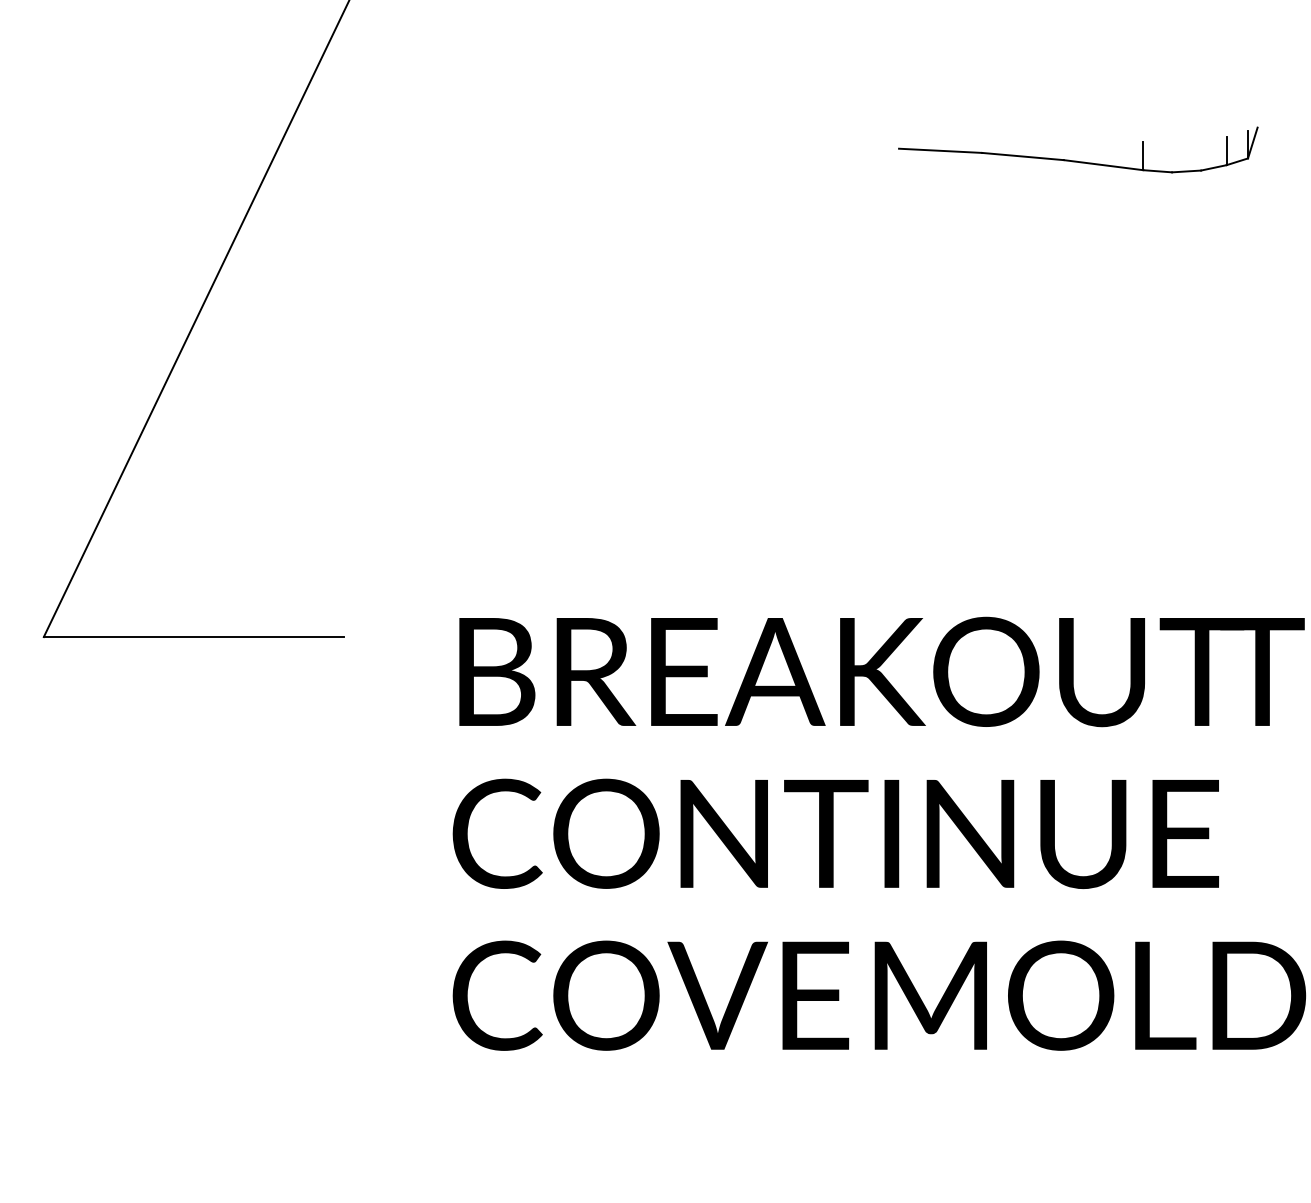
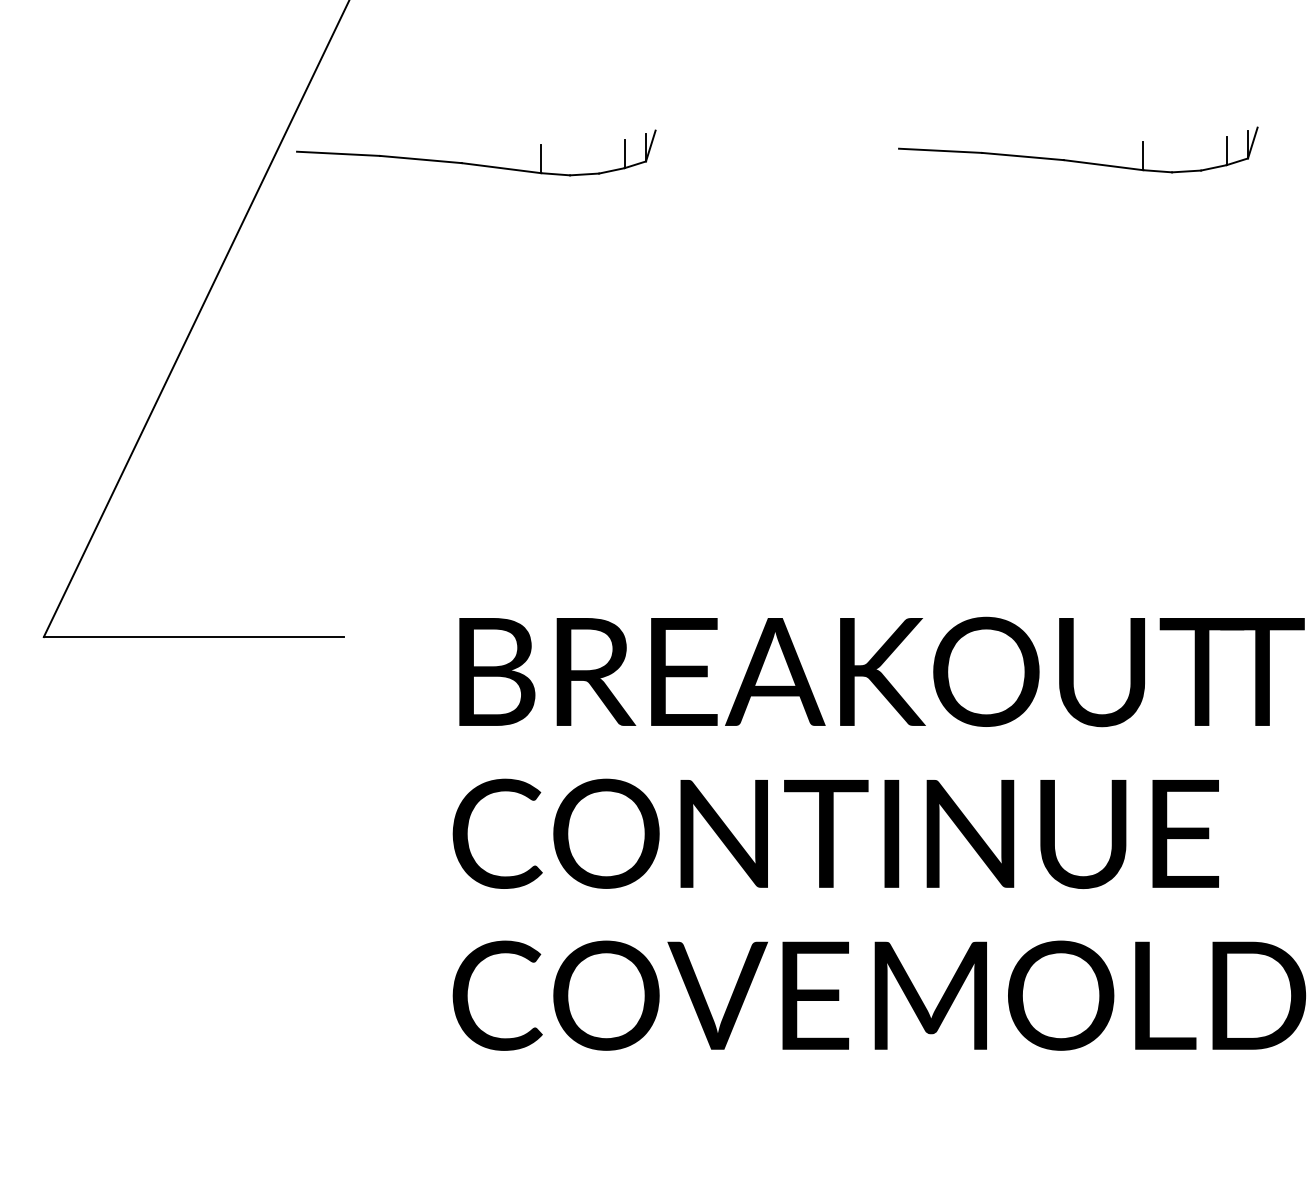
part at (474, 163): none -> present
